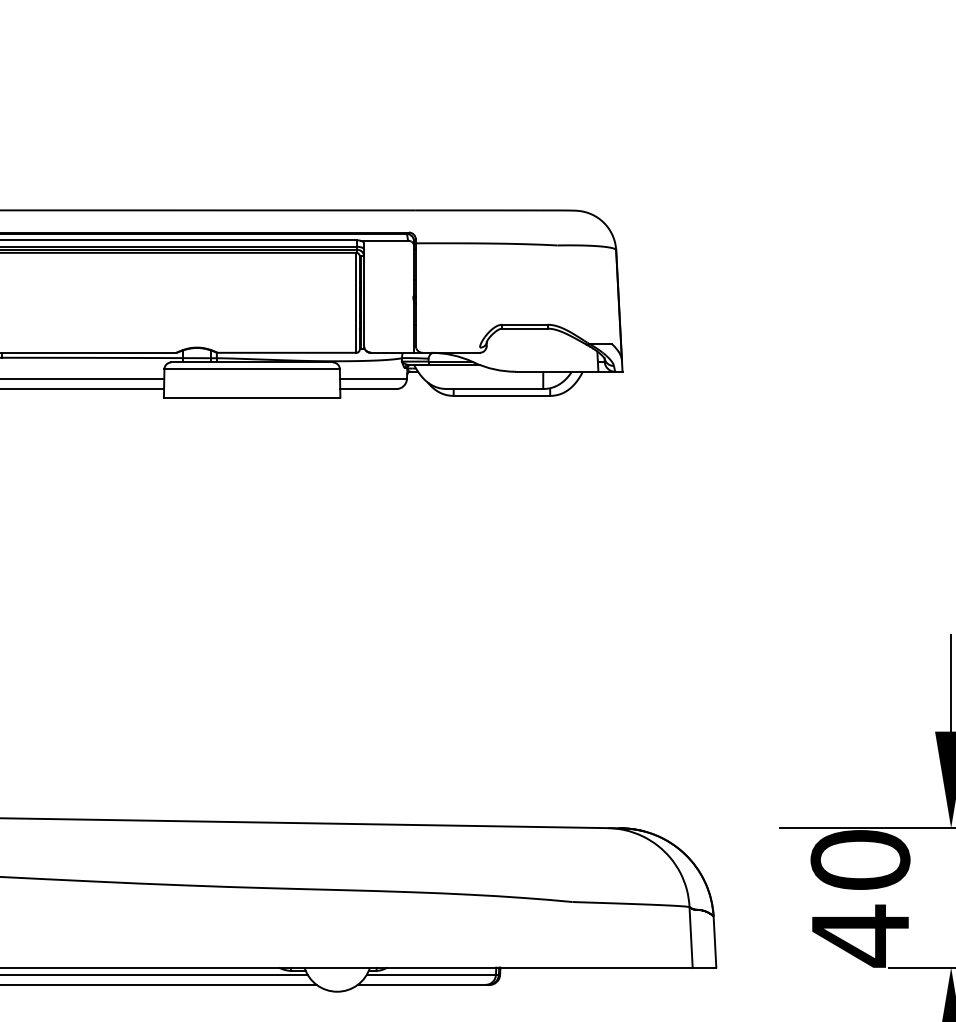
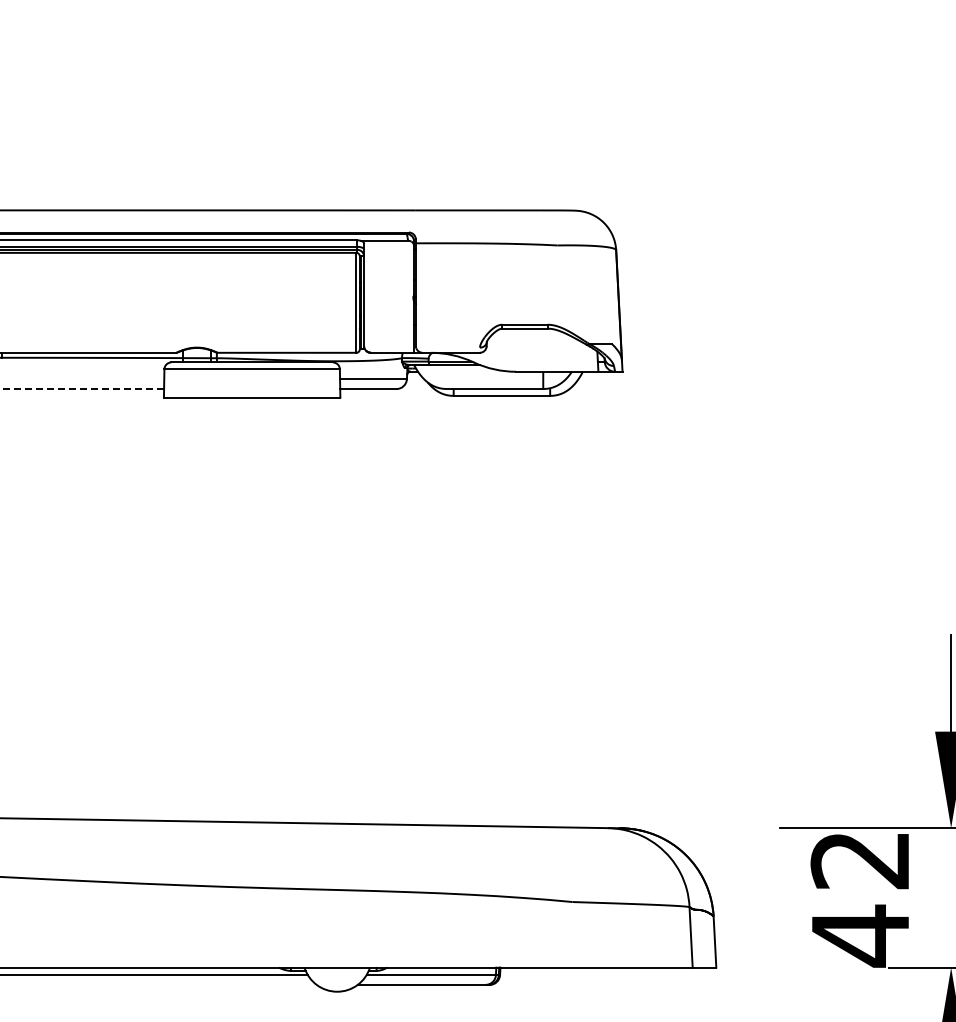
line at (83, 379): present -> none
line at (82, 389): solid -> dashed
text at (860, 859): 40 -> 42
line at (159, 984): present -> none
